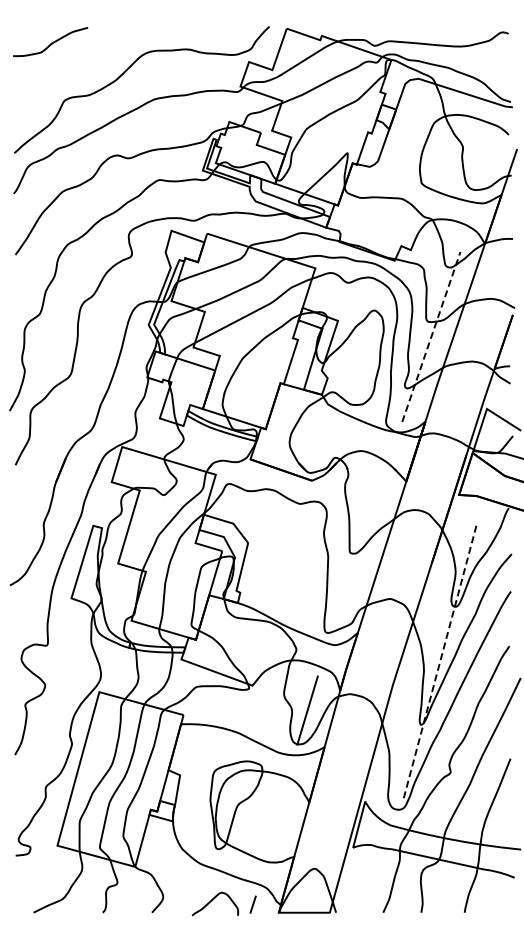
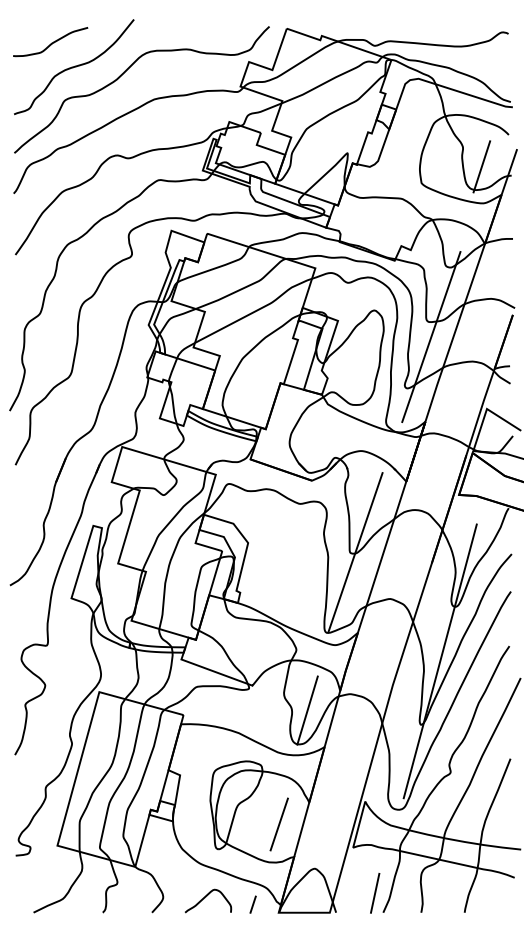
curve at (74, 67): none -> present
line at (481, 166): none -> present
line at (431, 337): dashed -> solid
line at (355, 552): none -> present
line at (440, 661): dashed -> solid
line at (278, 824): none -> present
line at (374, 892): none -> present
curve at (213, 900) position: (213, 900) -> (206, 897)
